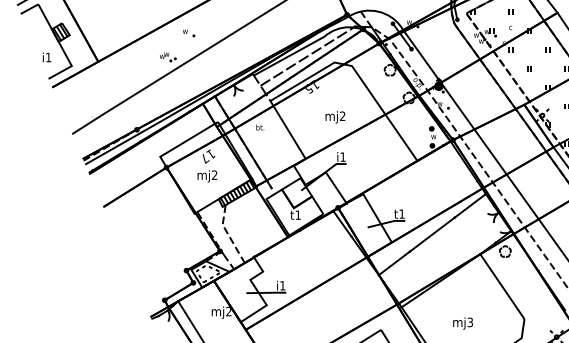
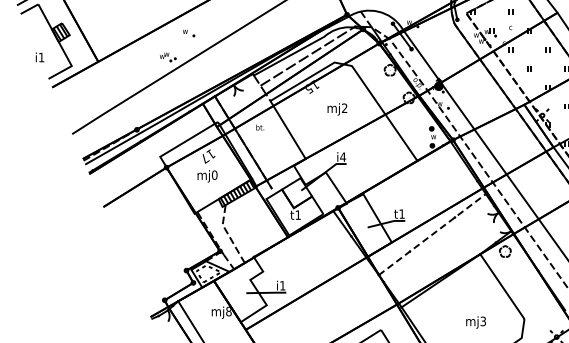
text at (46, 57) position: (46, 57) -> (39, 57)
text at (335, 117) position: (335, 117) -> (337, 109)
text at (343, 156): i1 -> i4
text at (214, 174): mj2 -> mj0
line at (432, 234): solid -> dashed
text at (228, 311): mj2 -> mj8
text at (462, 323) position: (462, 323) -> (475, 322)
